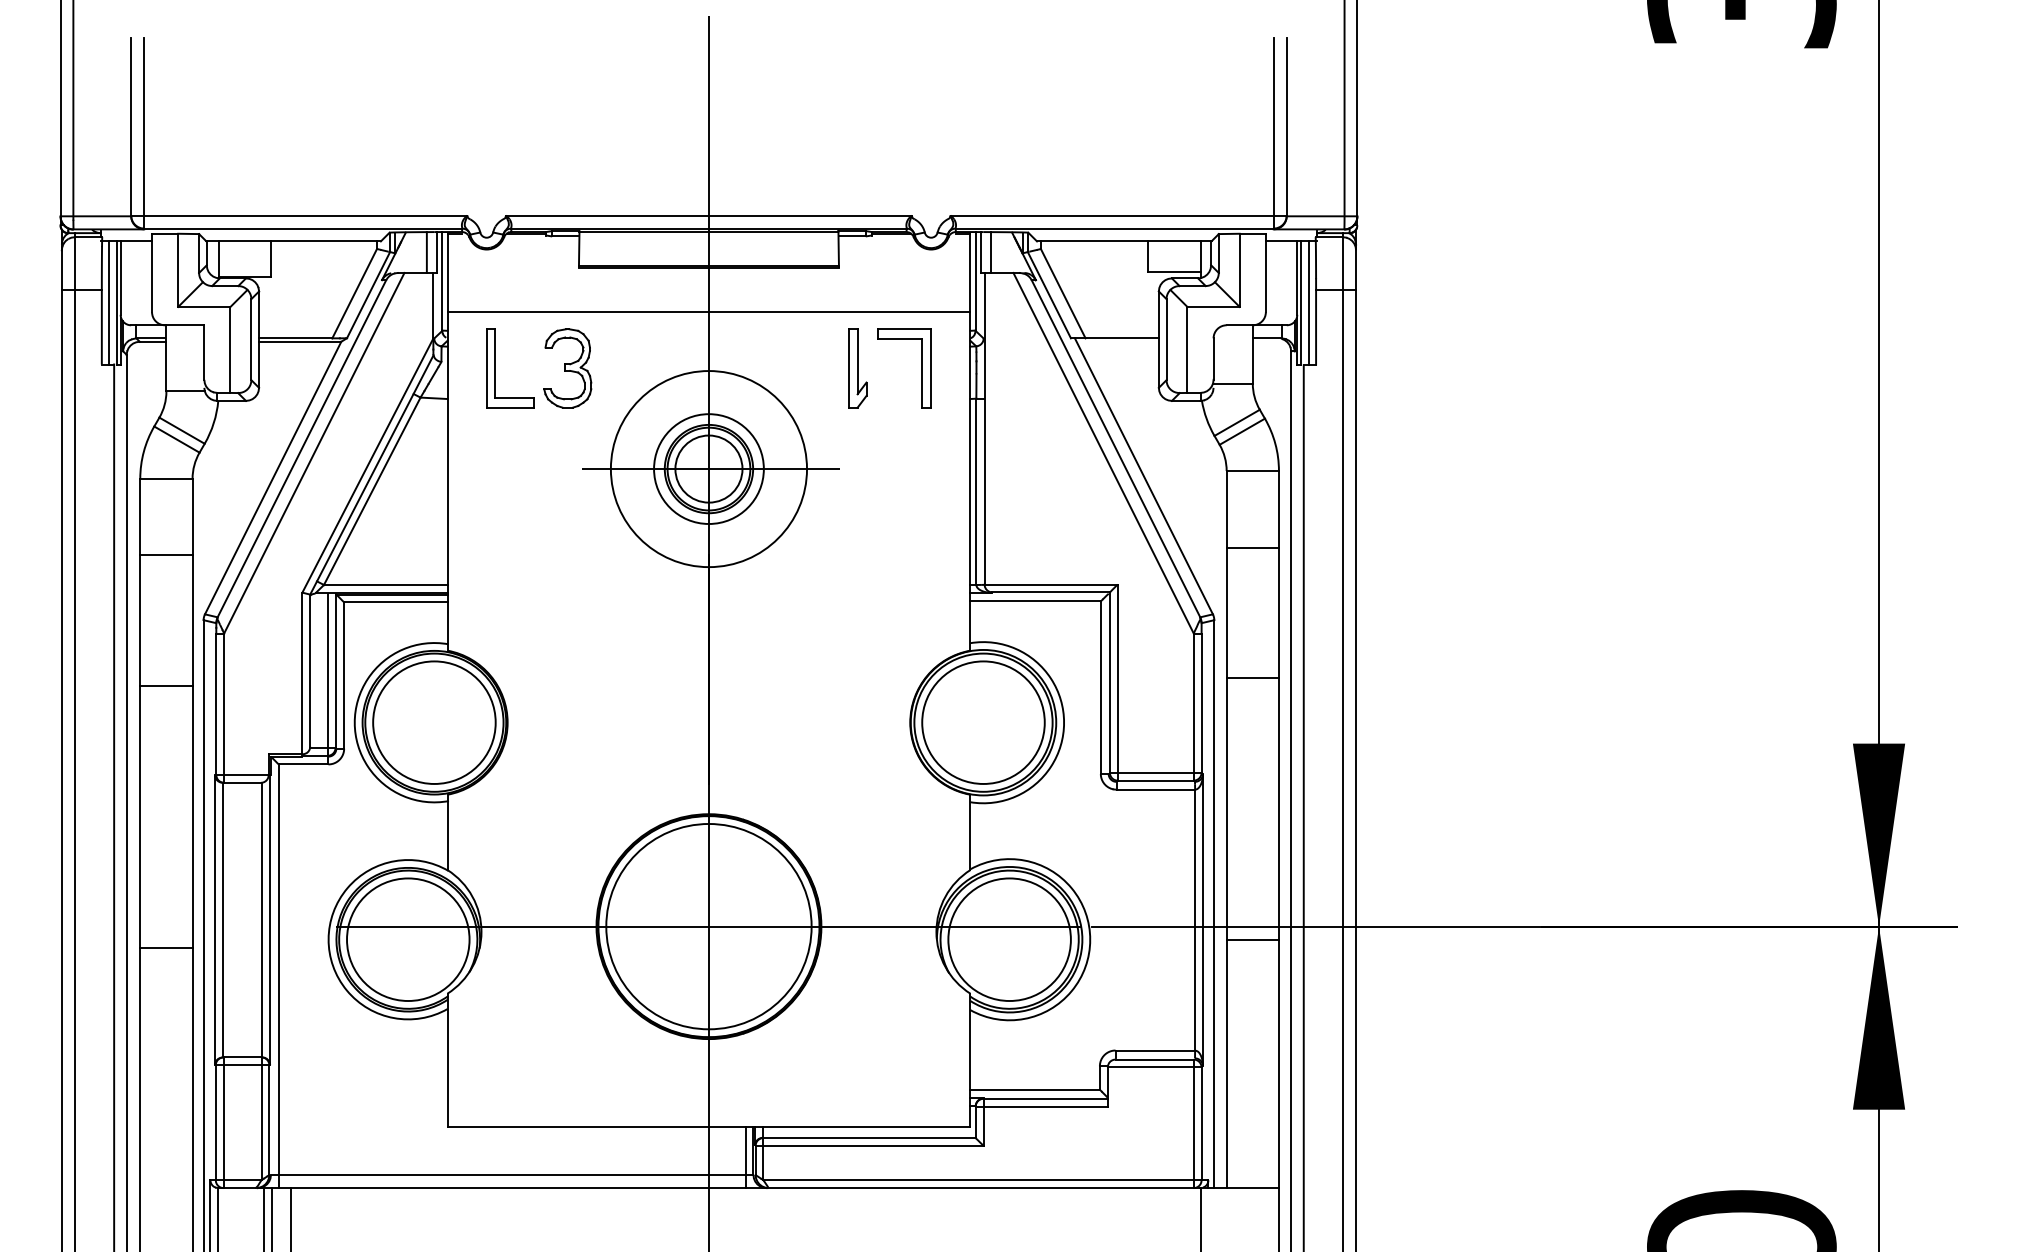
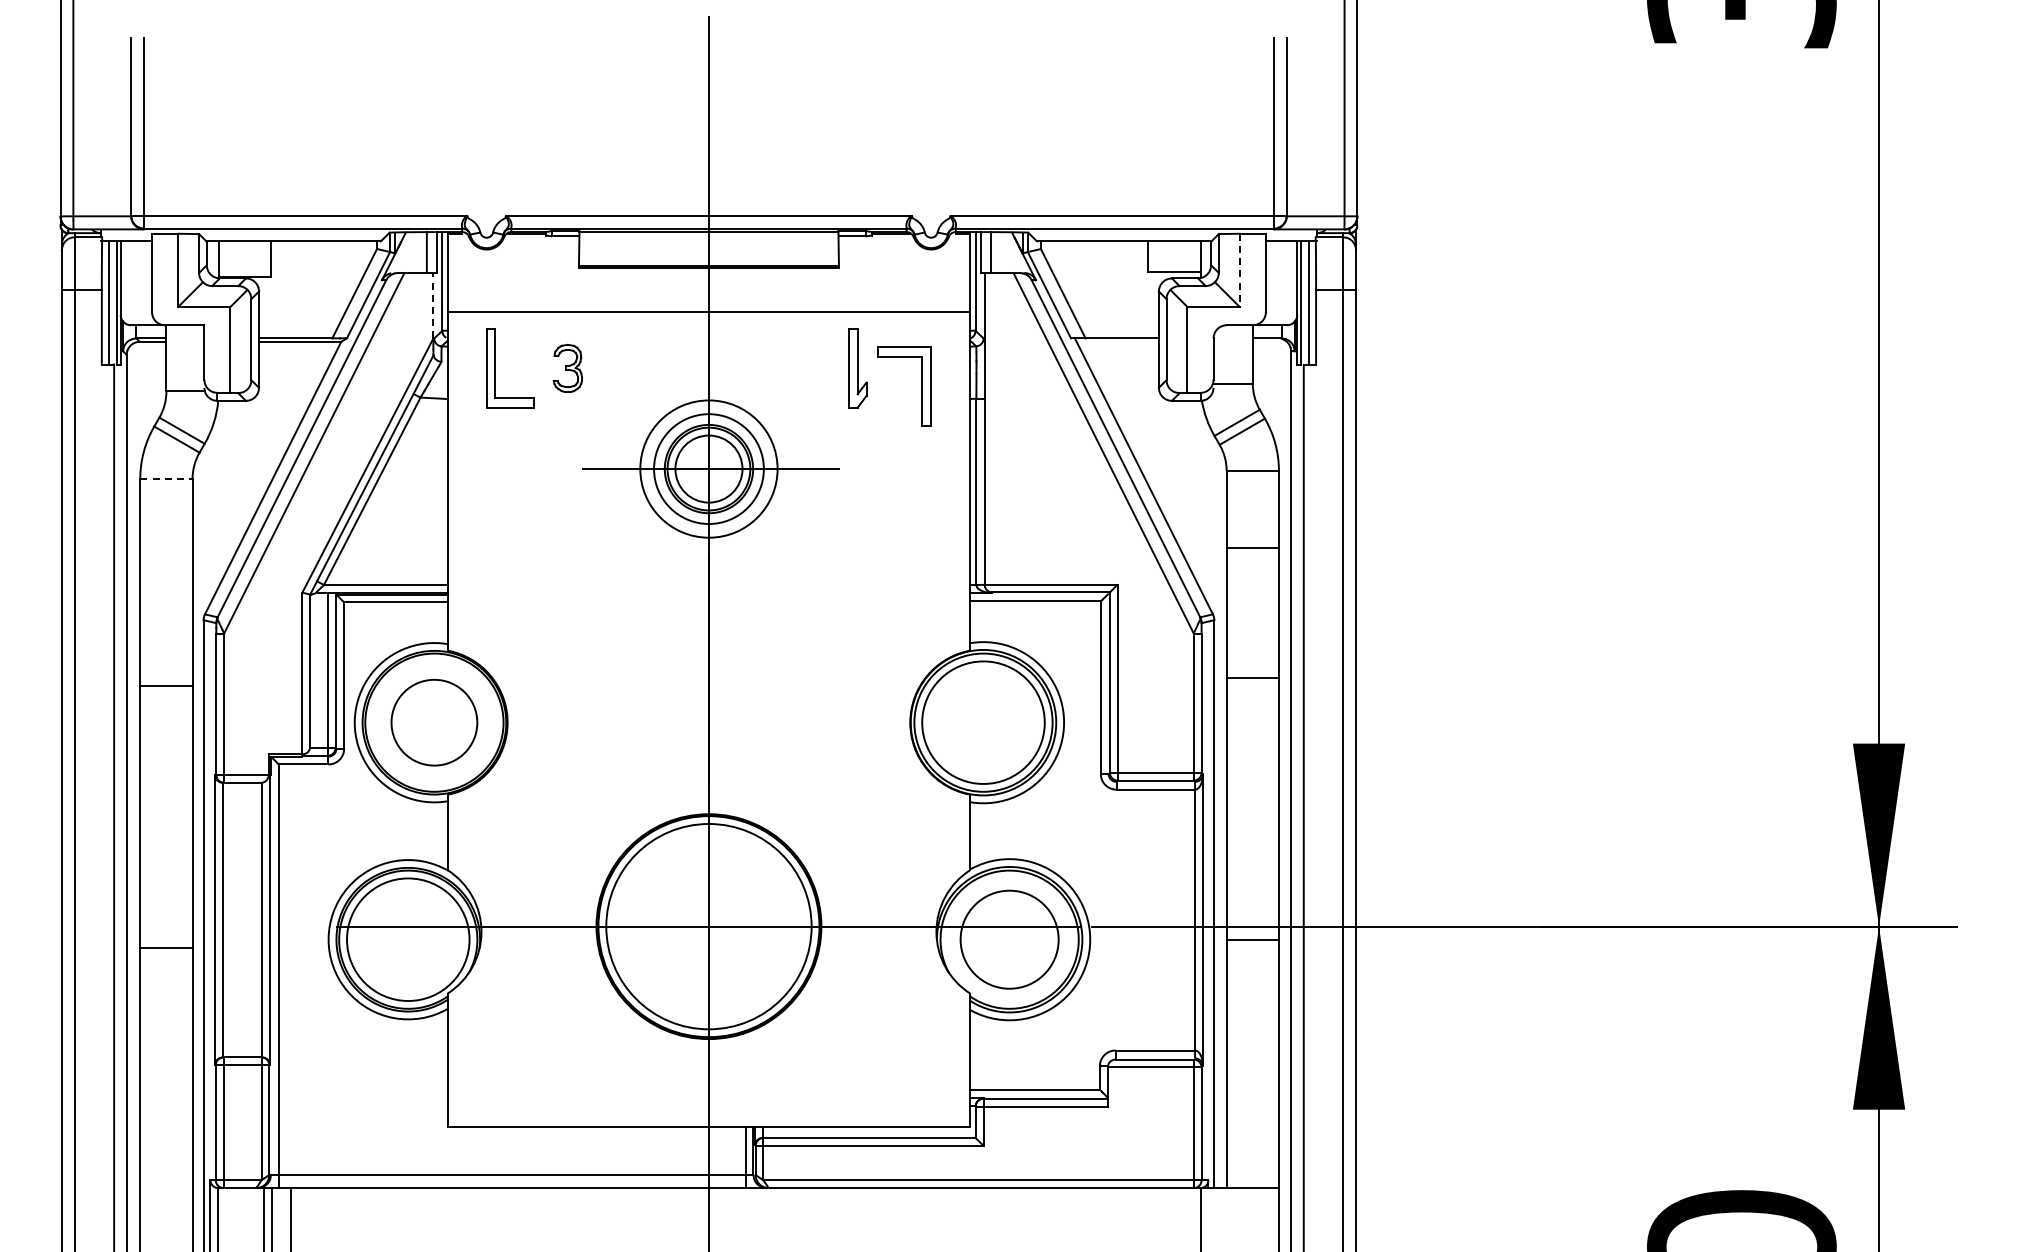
line at (1239, 270): solid -> dashed
line at (433, 305): solid -> dashed
part at (567, 368) size: 50x81 px -> 31x50 px
part at (921, 368) position: (921, 368) -> (921, 386)
circle at (708, 469) diameter: 196 px -> 137 px
line at (166, 478): solid -> dashed
line at (166, 555): present -> none
circle at (434, 722) diameter: 123 px -> 86 px
circle at (1009, 939) diameter: 123 px -> 98 px
